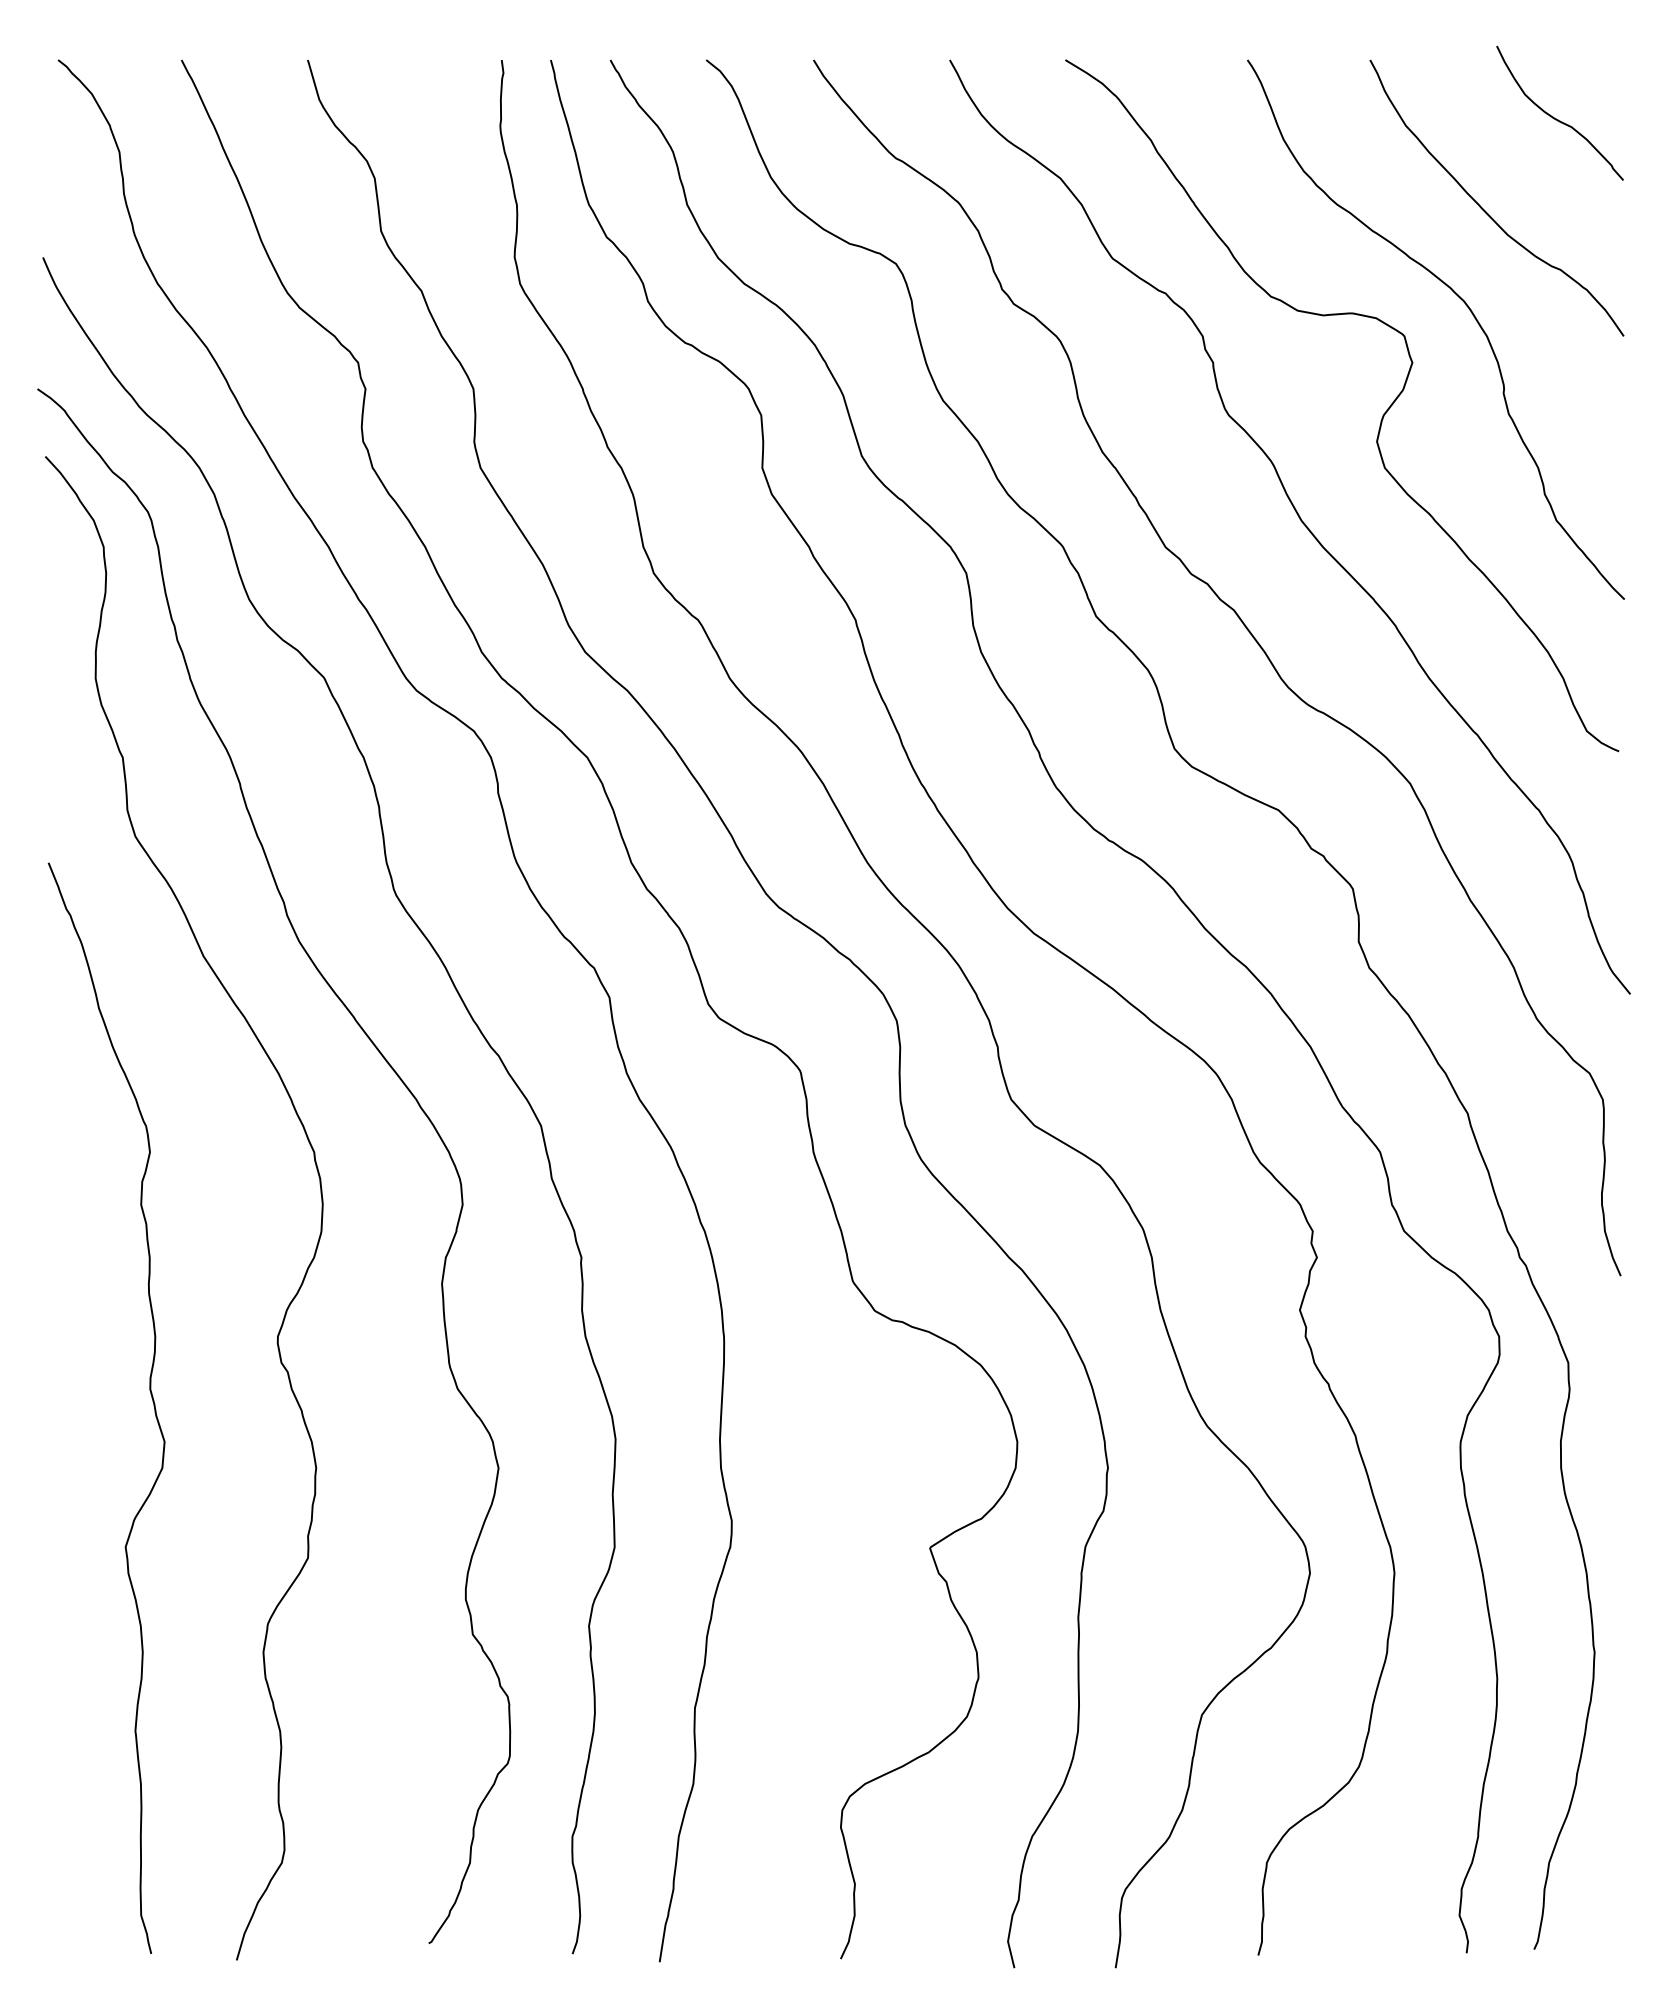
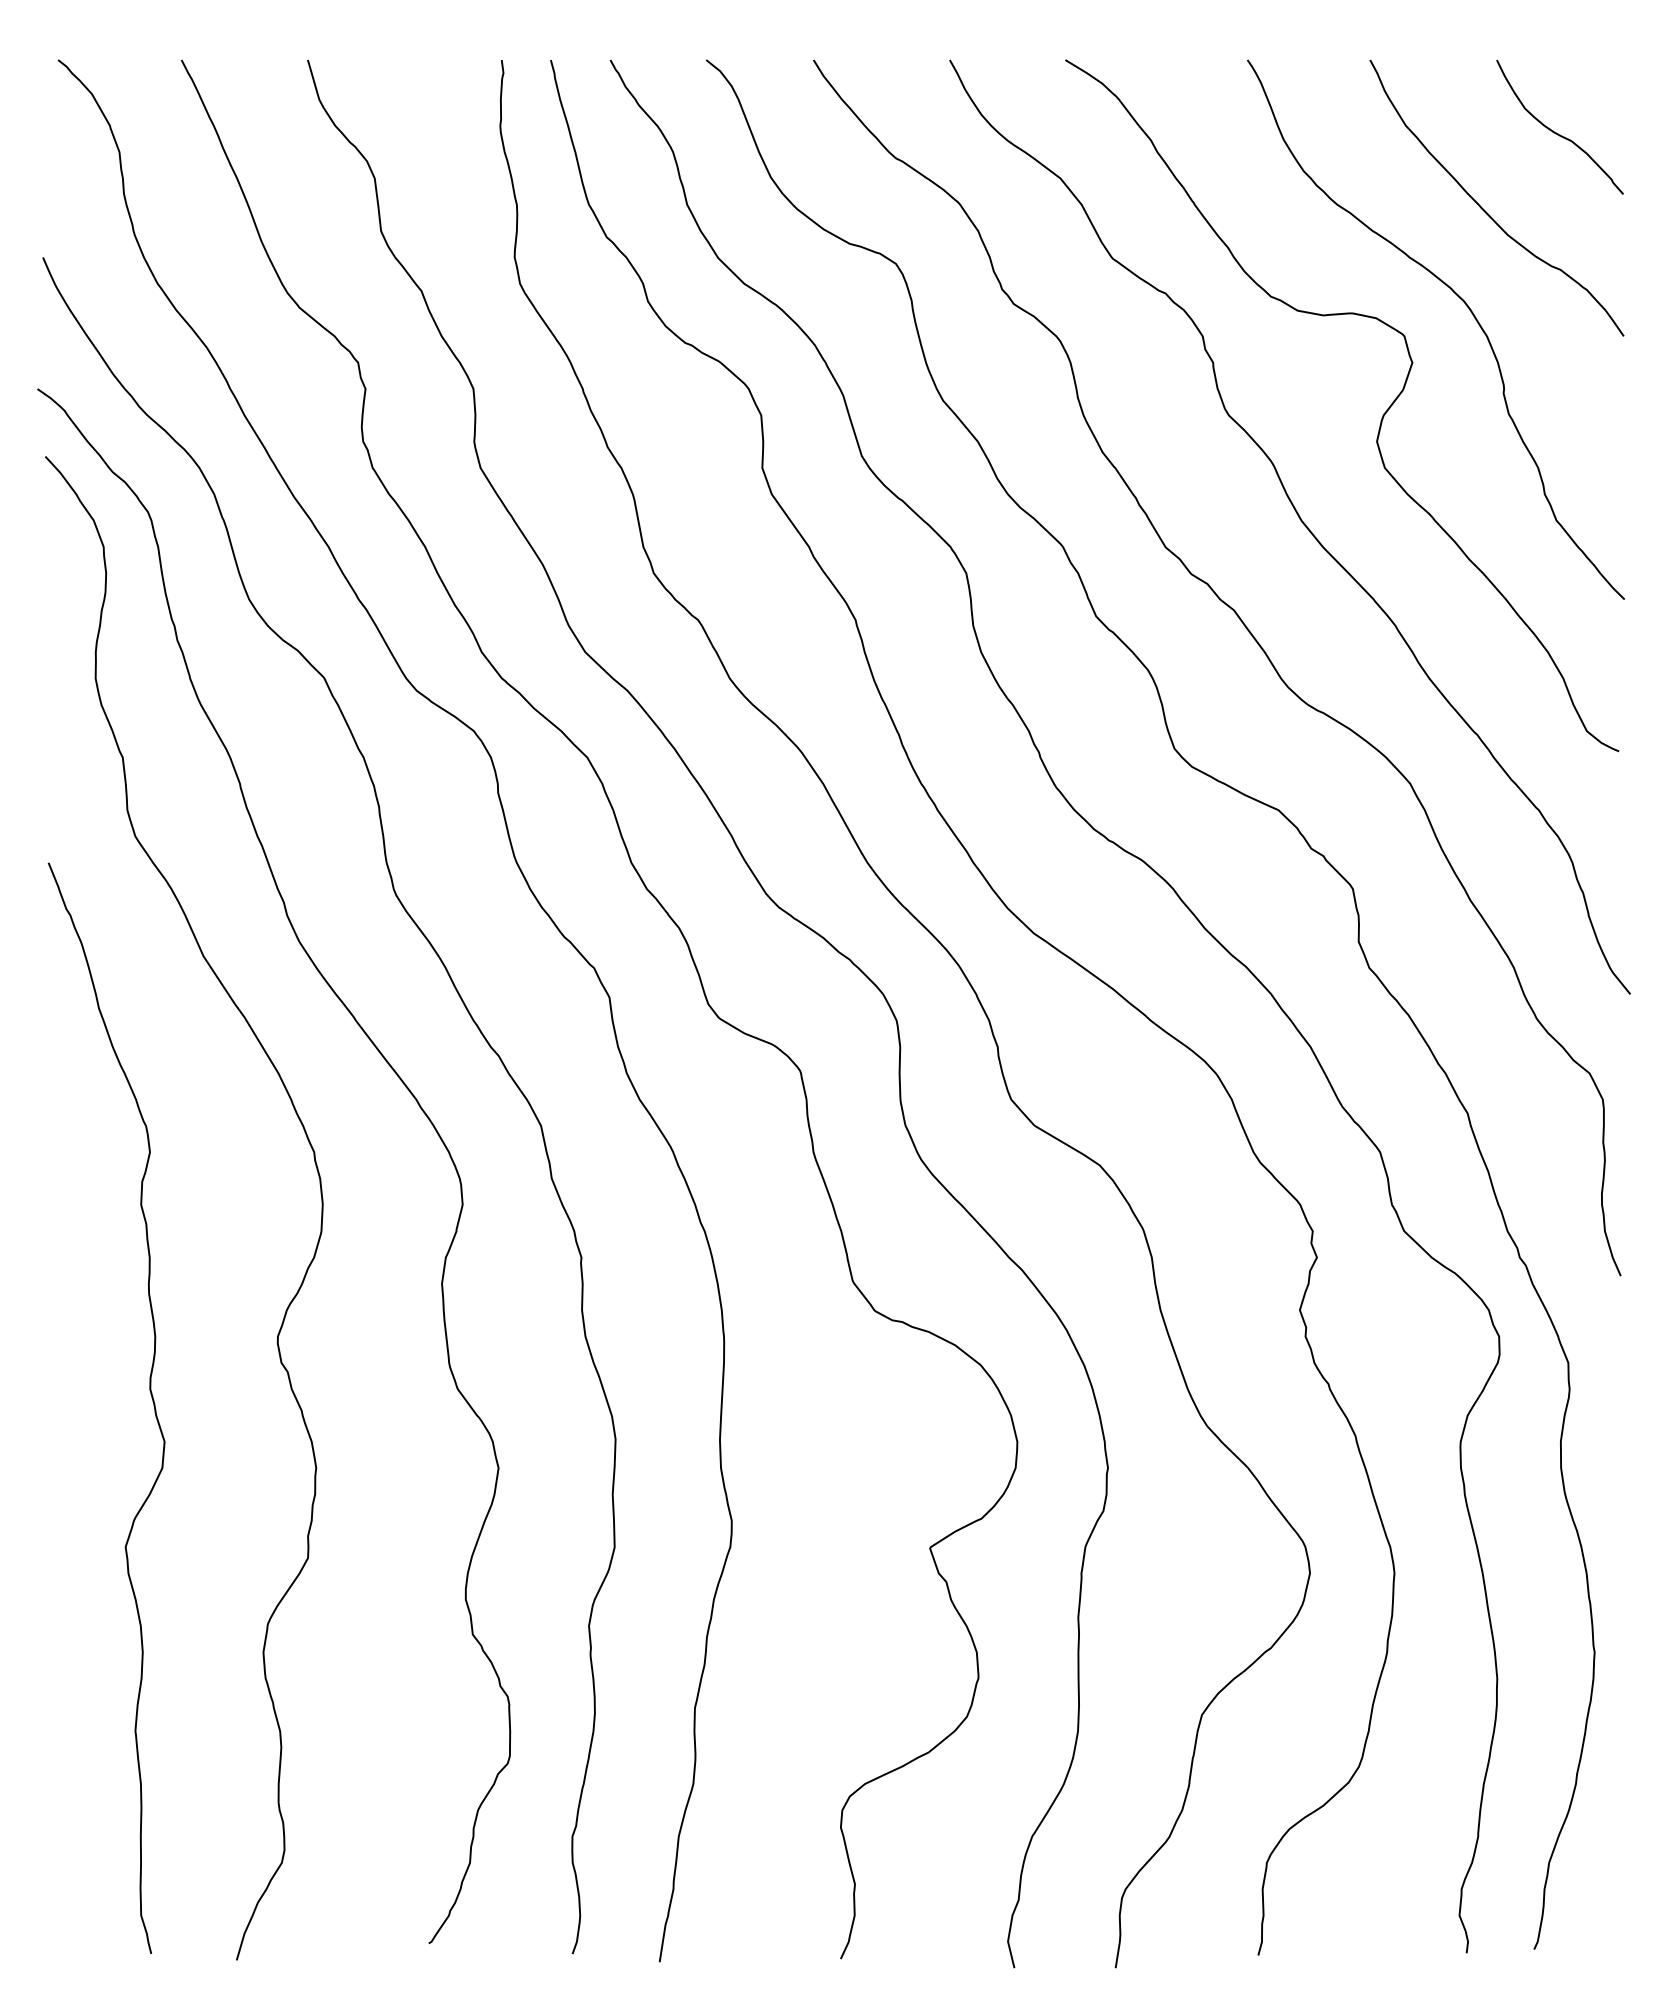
curve at (1556, 118) position: (1556, 118) -> (1556, 132)
